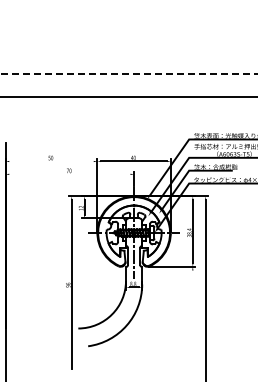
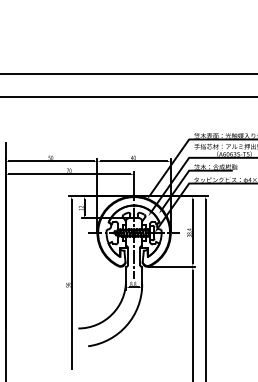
line at (128, 73): dashed -> solid
line at (51, 161): none -> present
line at (69, 174): none -> present
line at (192, 324): none -> present
